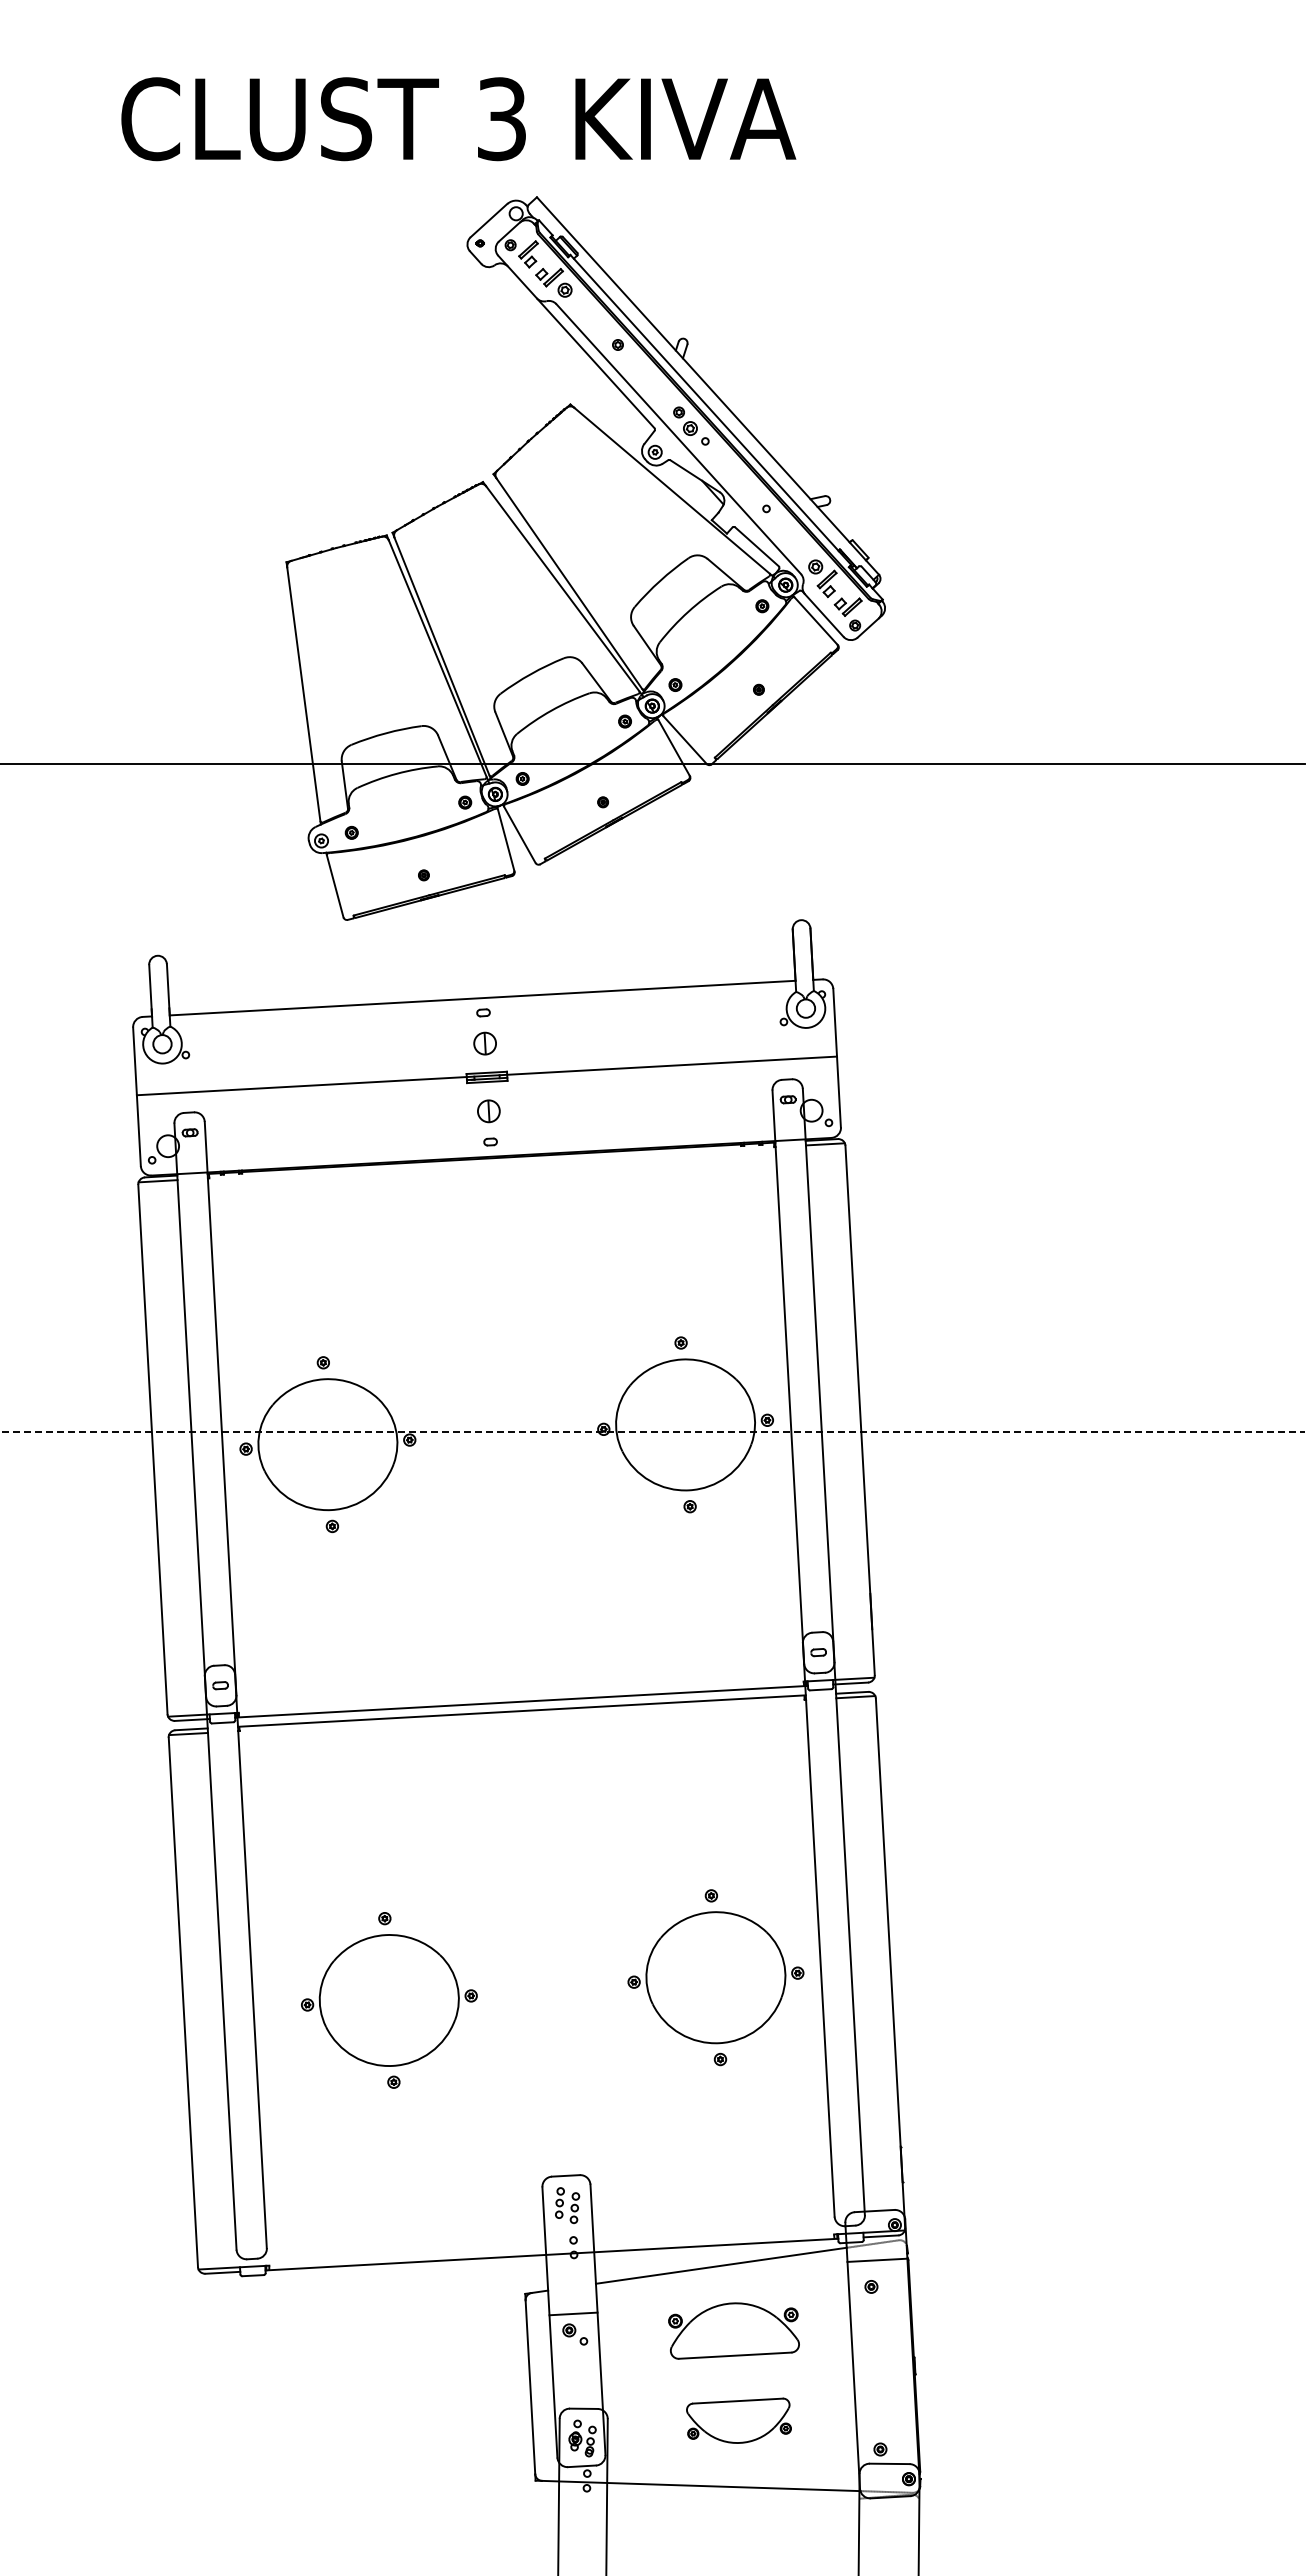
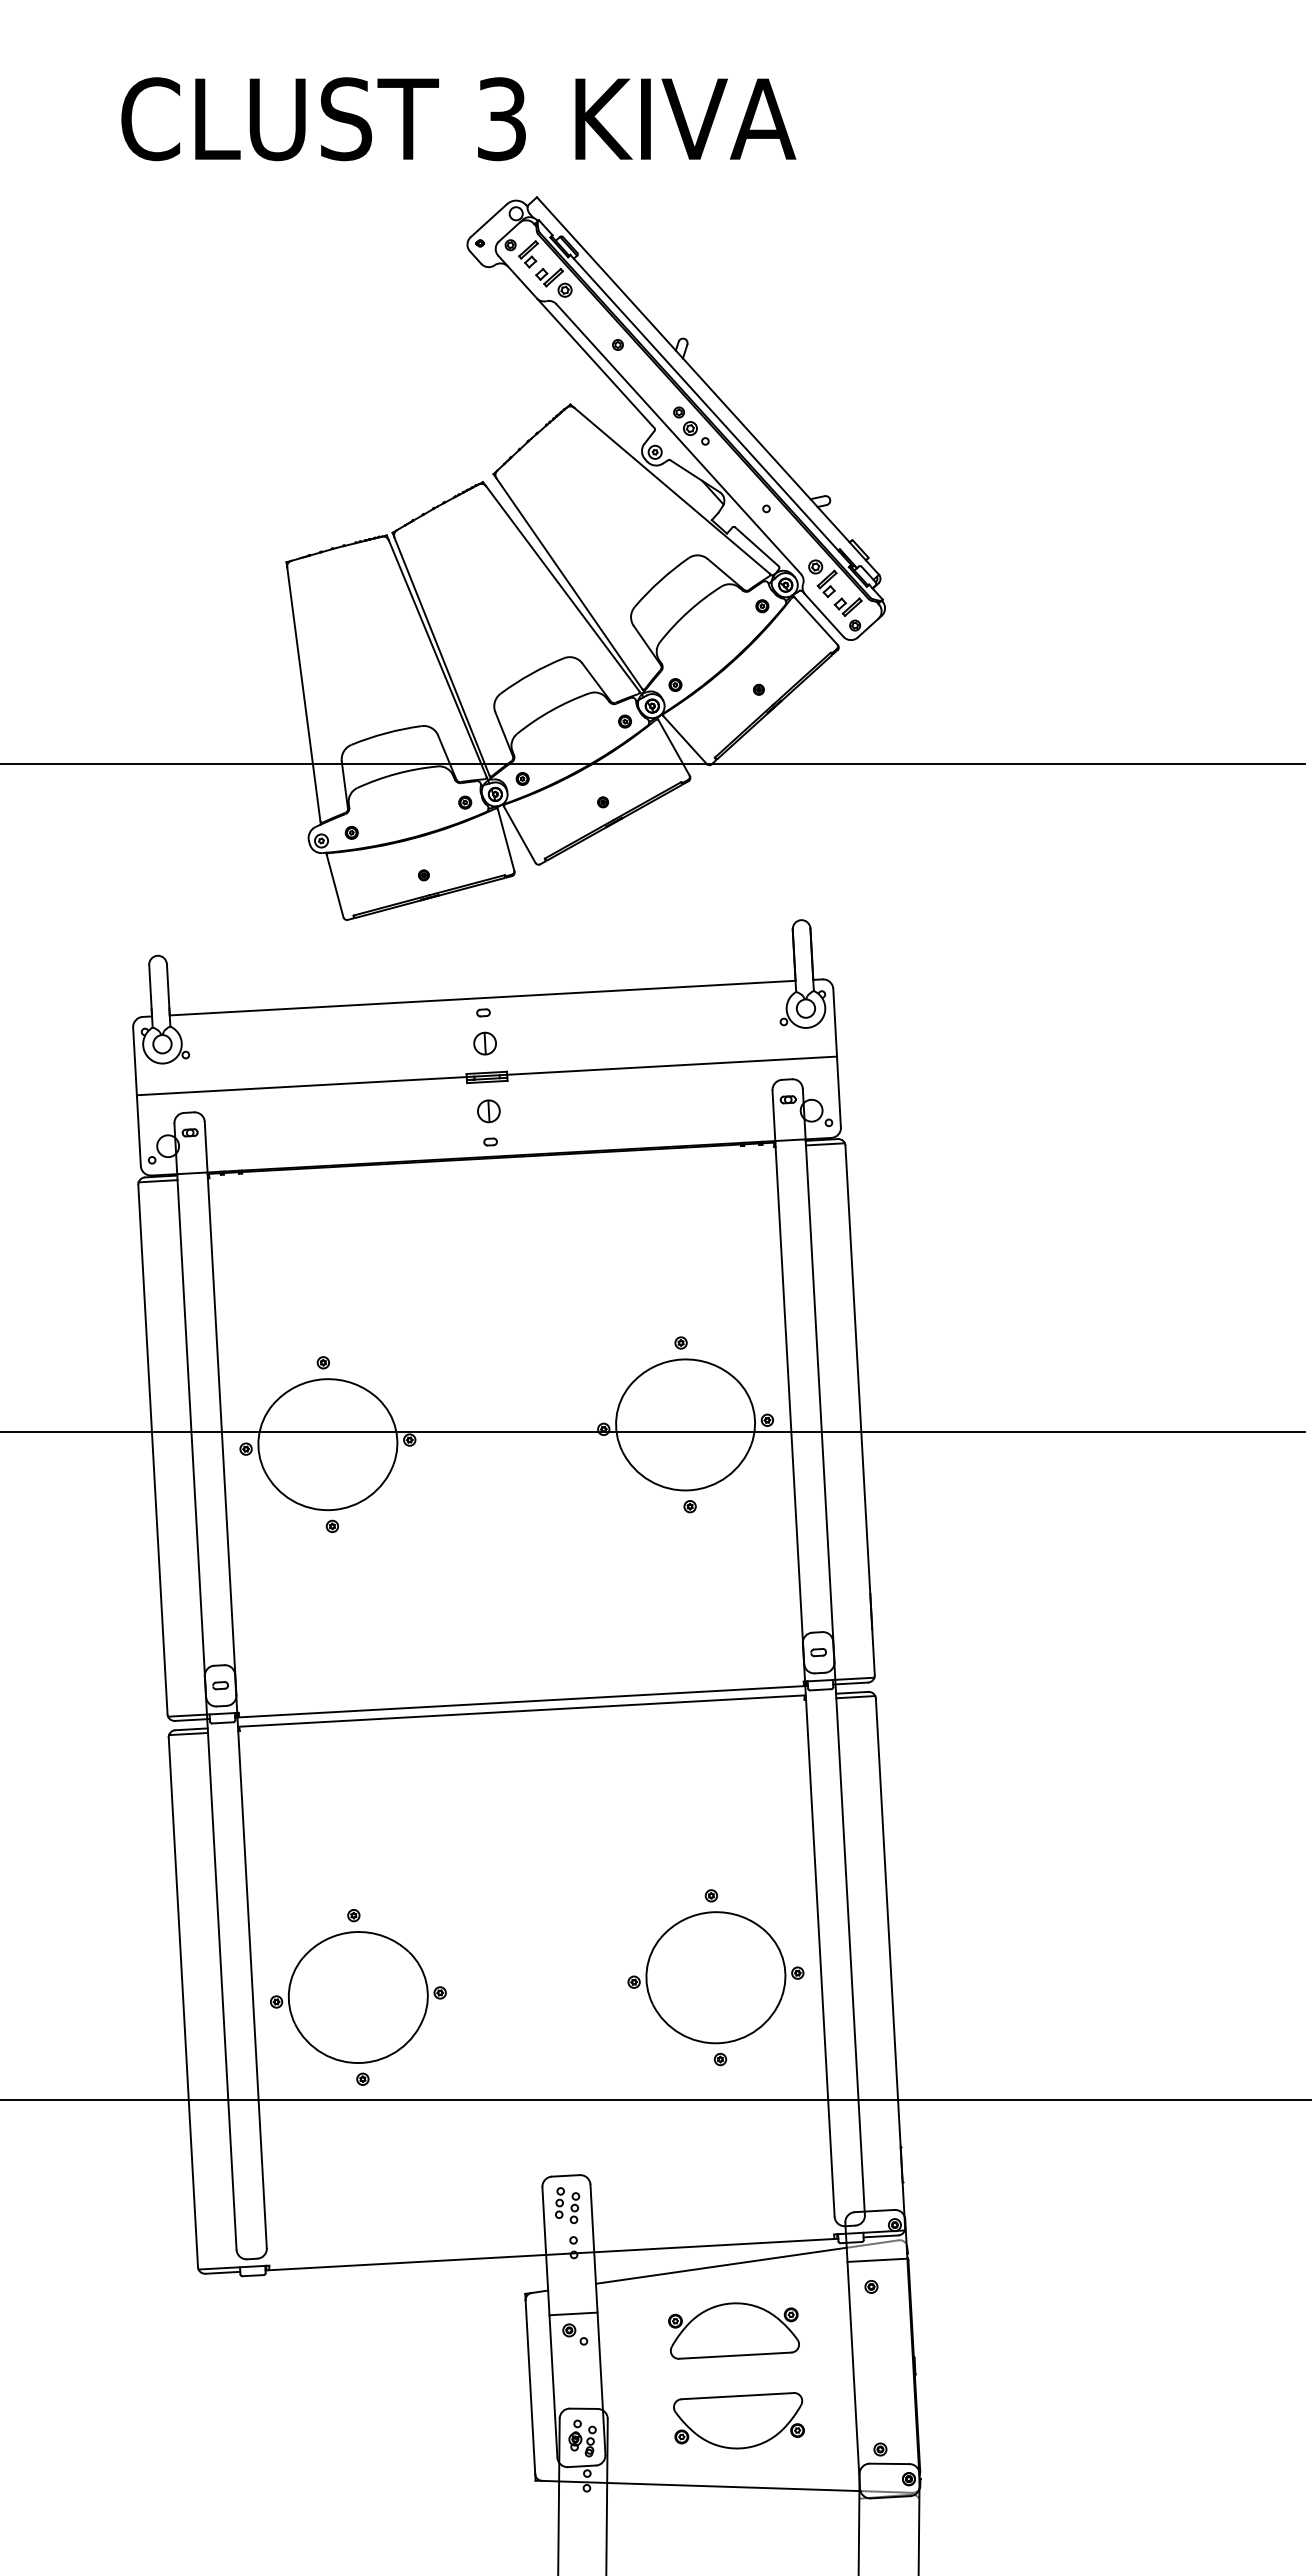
line at (652, 1432): dashed -> solid
part at (389, 2000) position: (389, 2000) -> (358, 1997)
line at (655, 2099): none -> present
part at (738, 2420) size: 106x47 px -> 132x58 px
